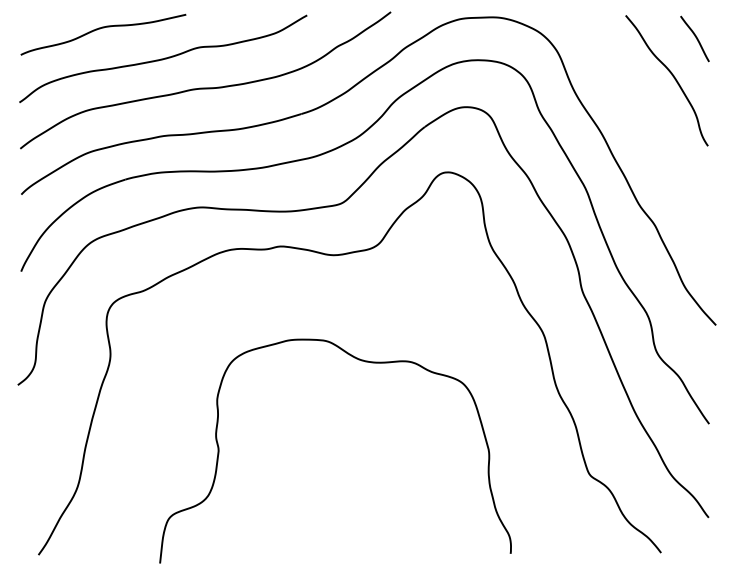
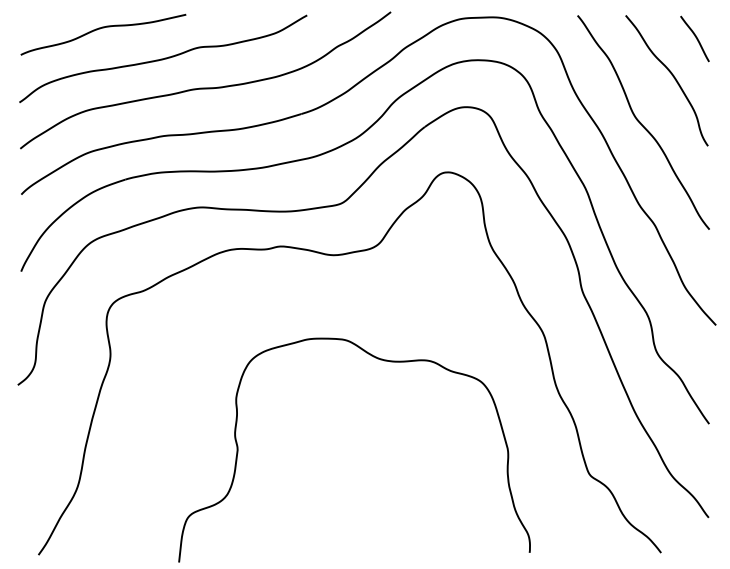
curve at (641, 123): none -> present
curve at (361, 361) position: (361, 361) -> (380, 360)
